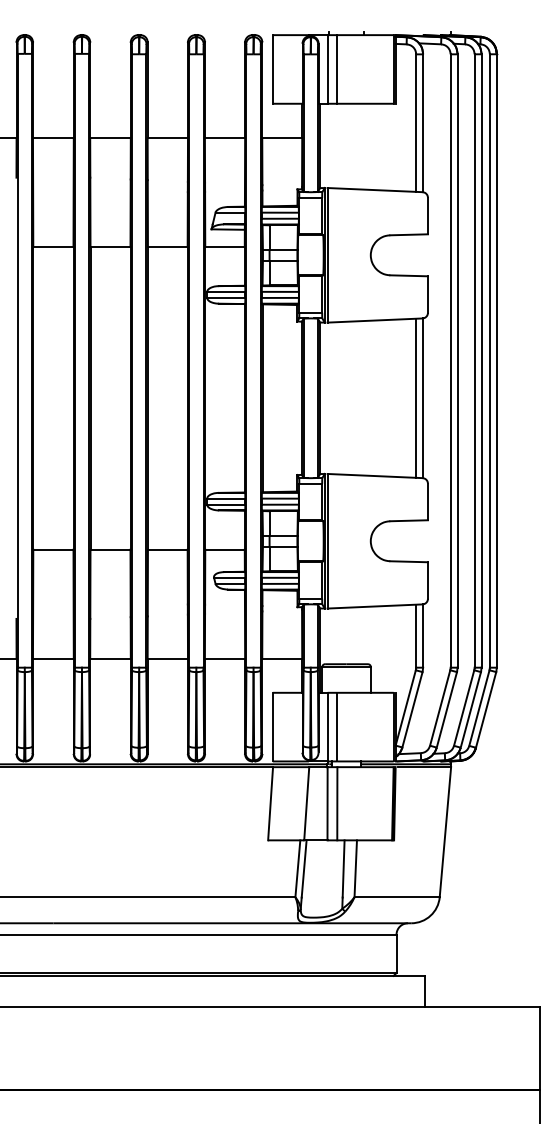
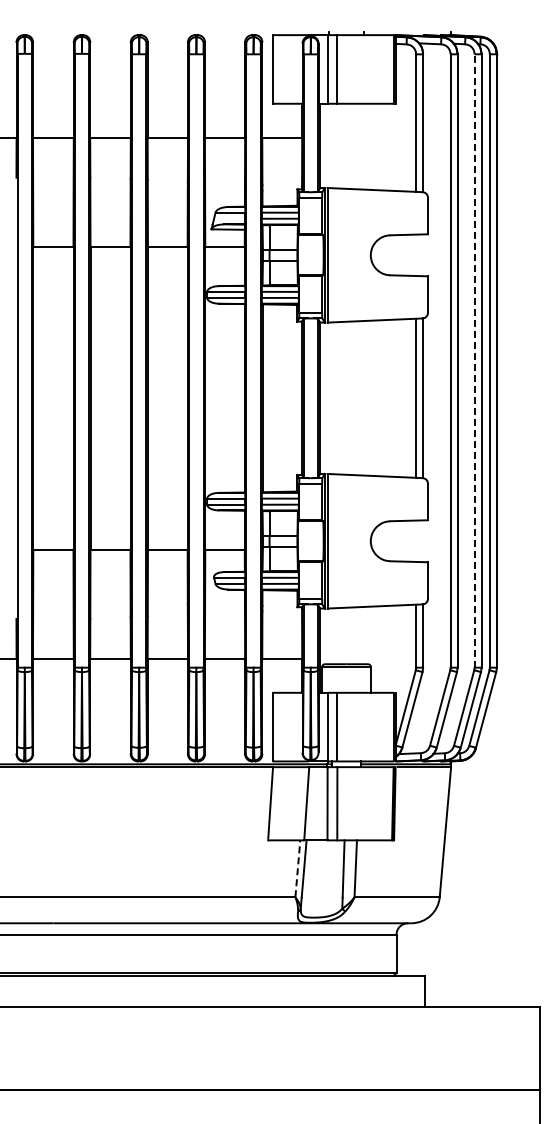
line at (474, 360): solid -> dashed
line at (297, 868): solid -> dashed
